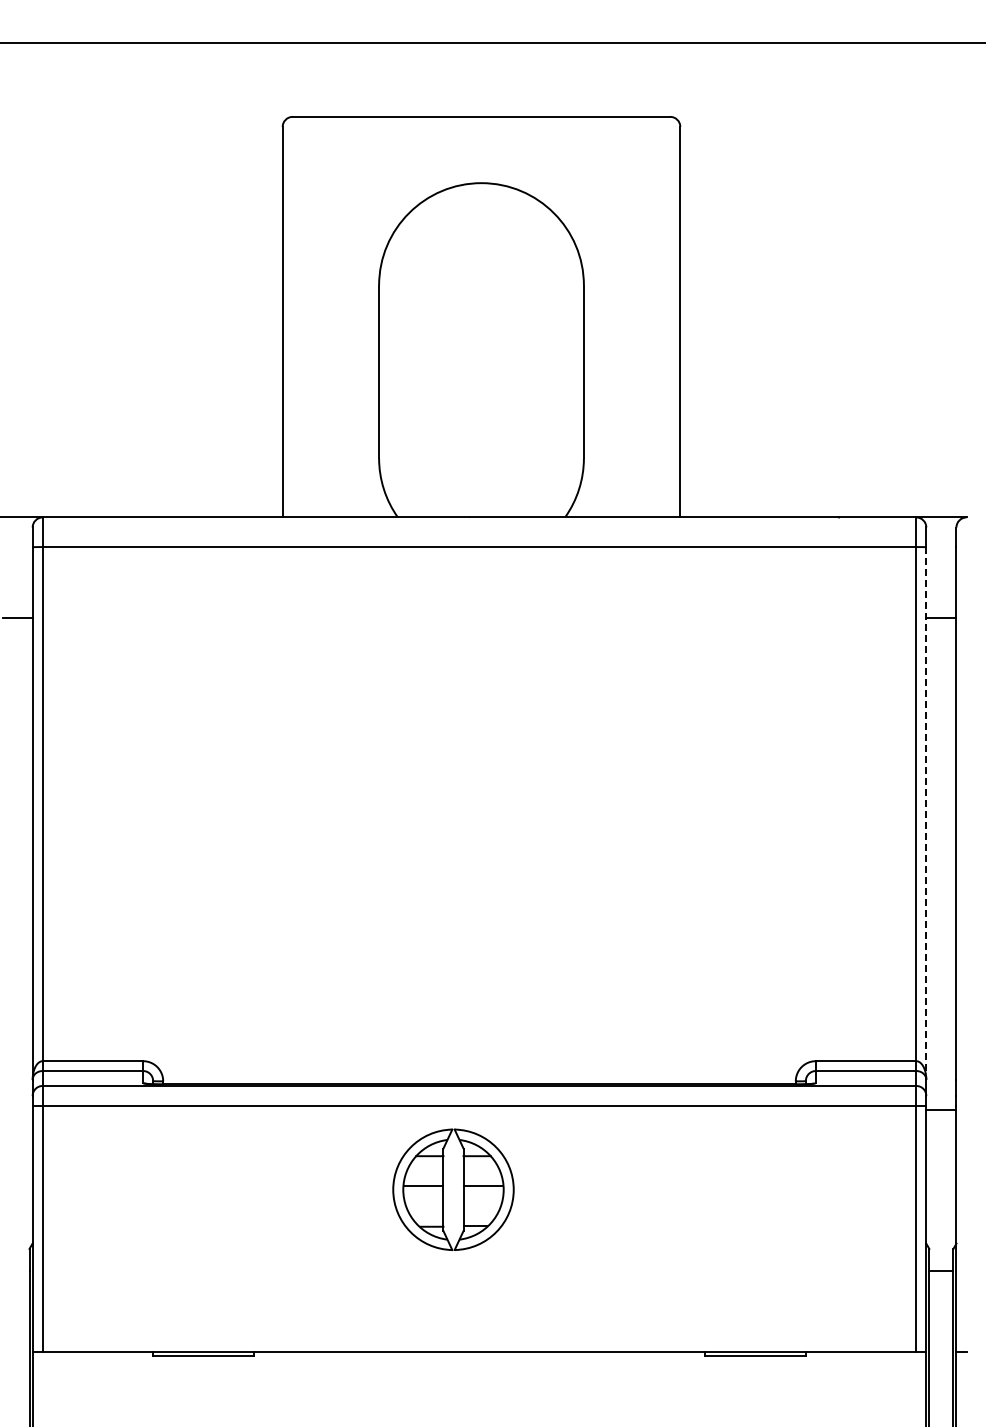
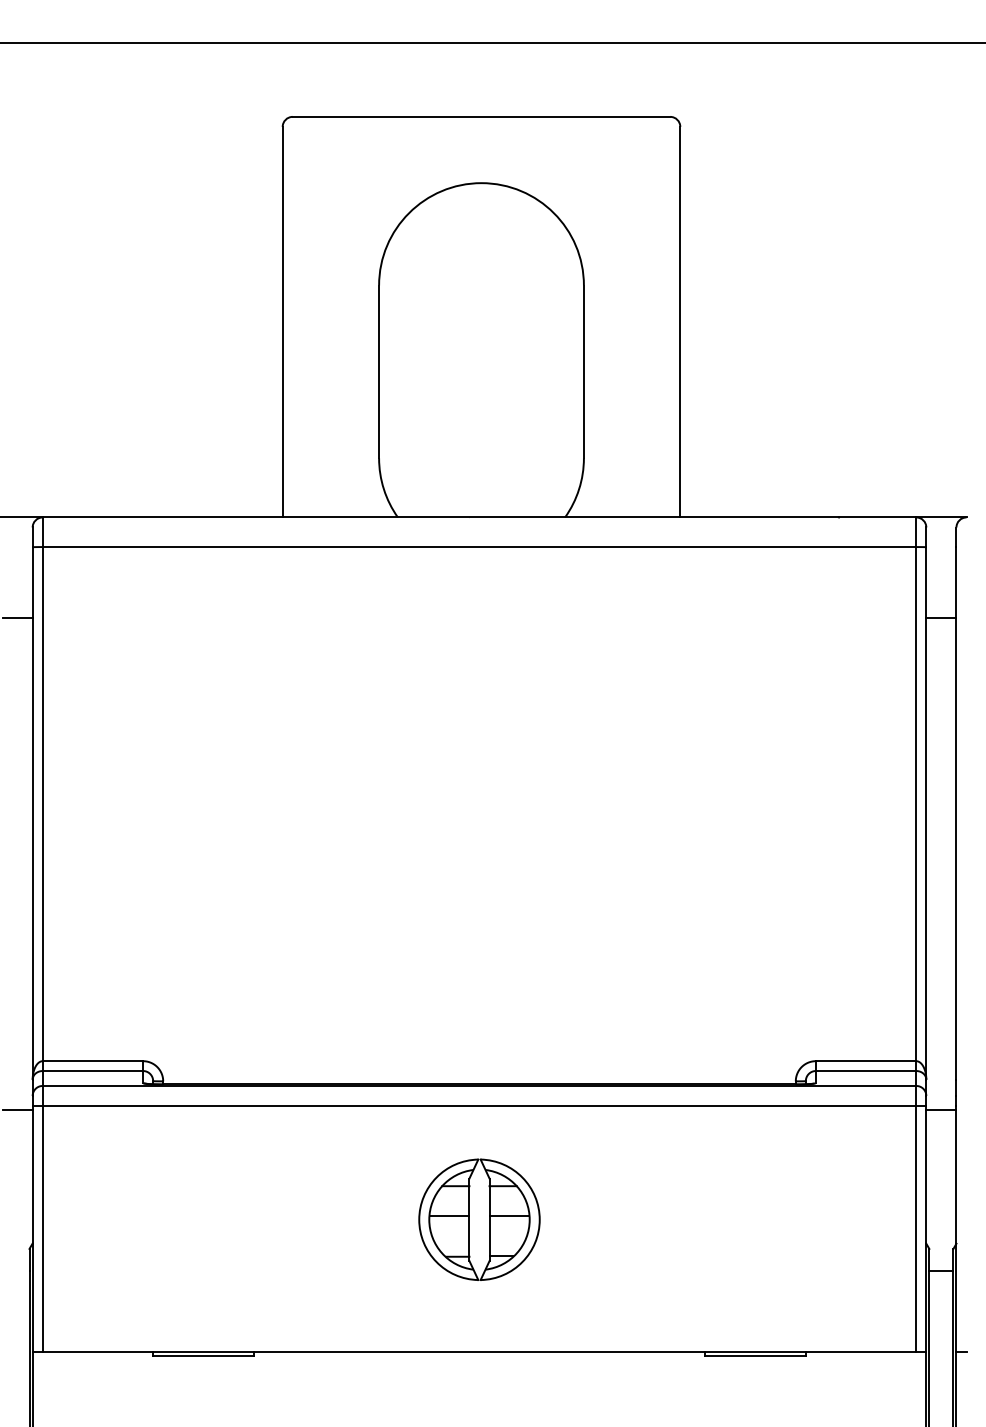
line at (926, 814): dashed -> solid
line at (17, 1109): none -> present
part at (453, 1189) position: (453, 1189) -> (479, 1219)
